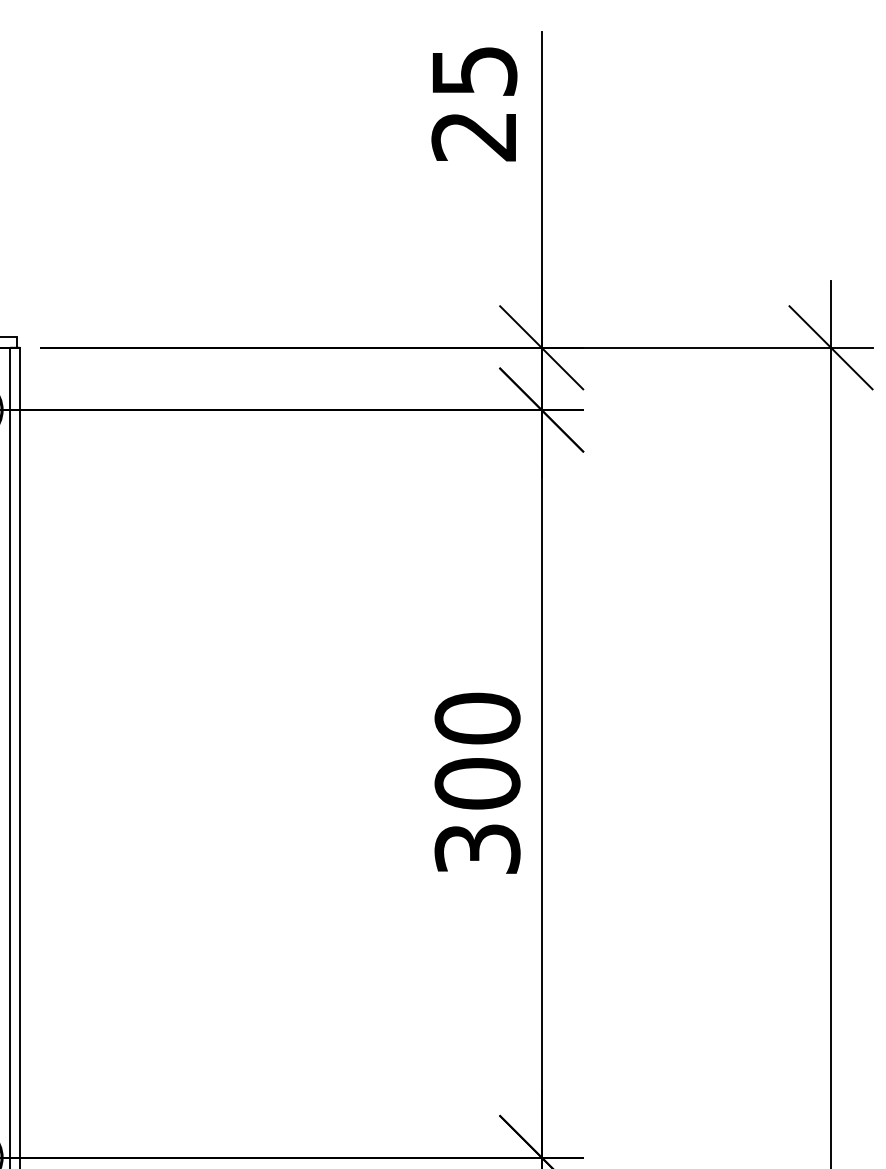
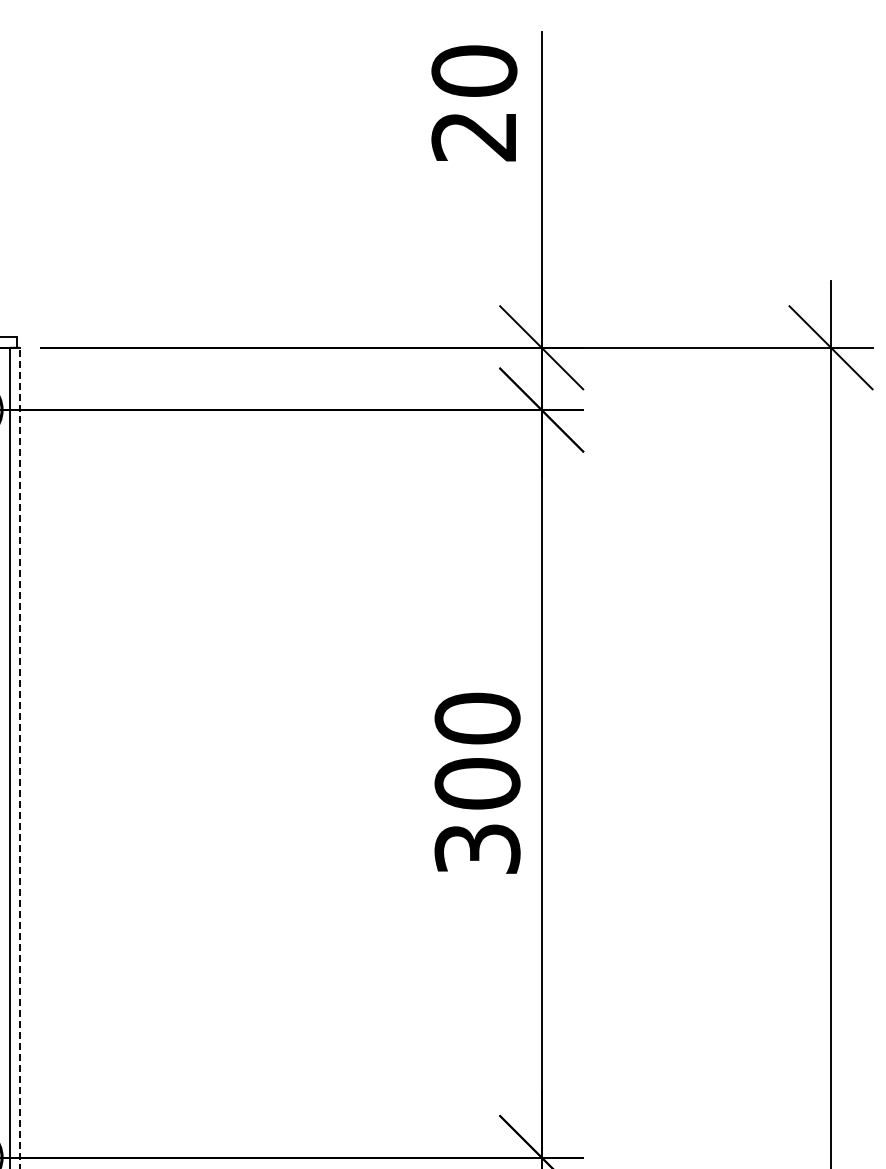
text at (474, 70): 25 -> 20
line at (20, 757): solid -> dashed
